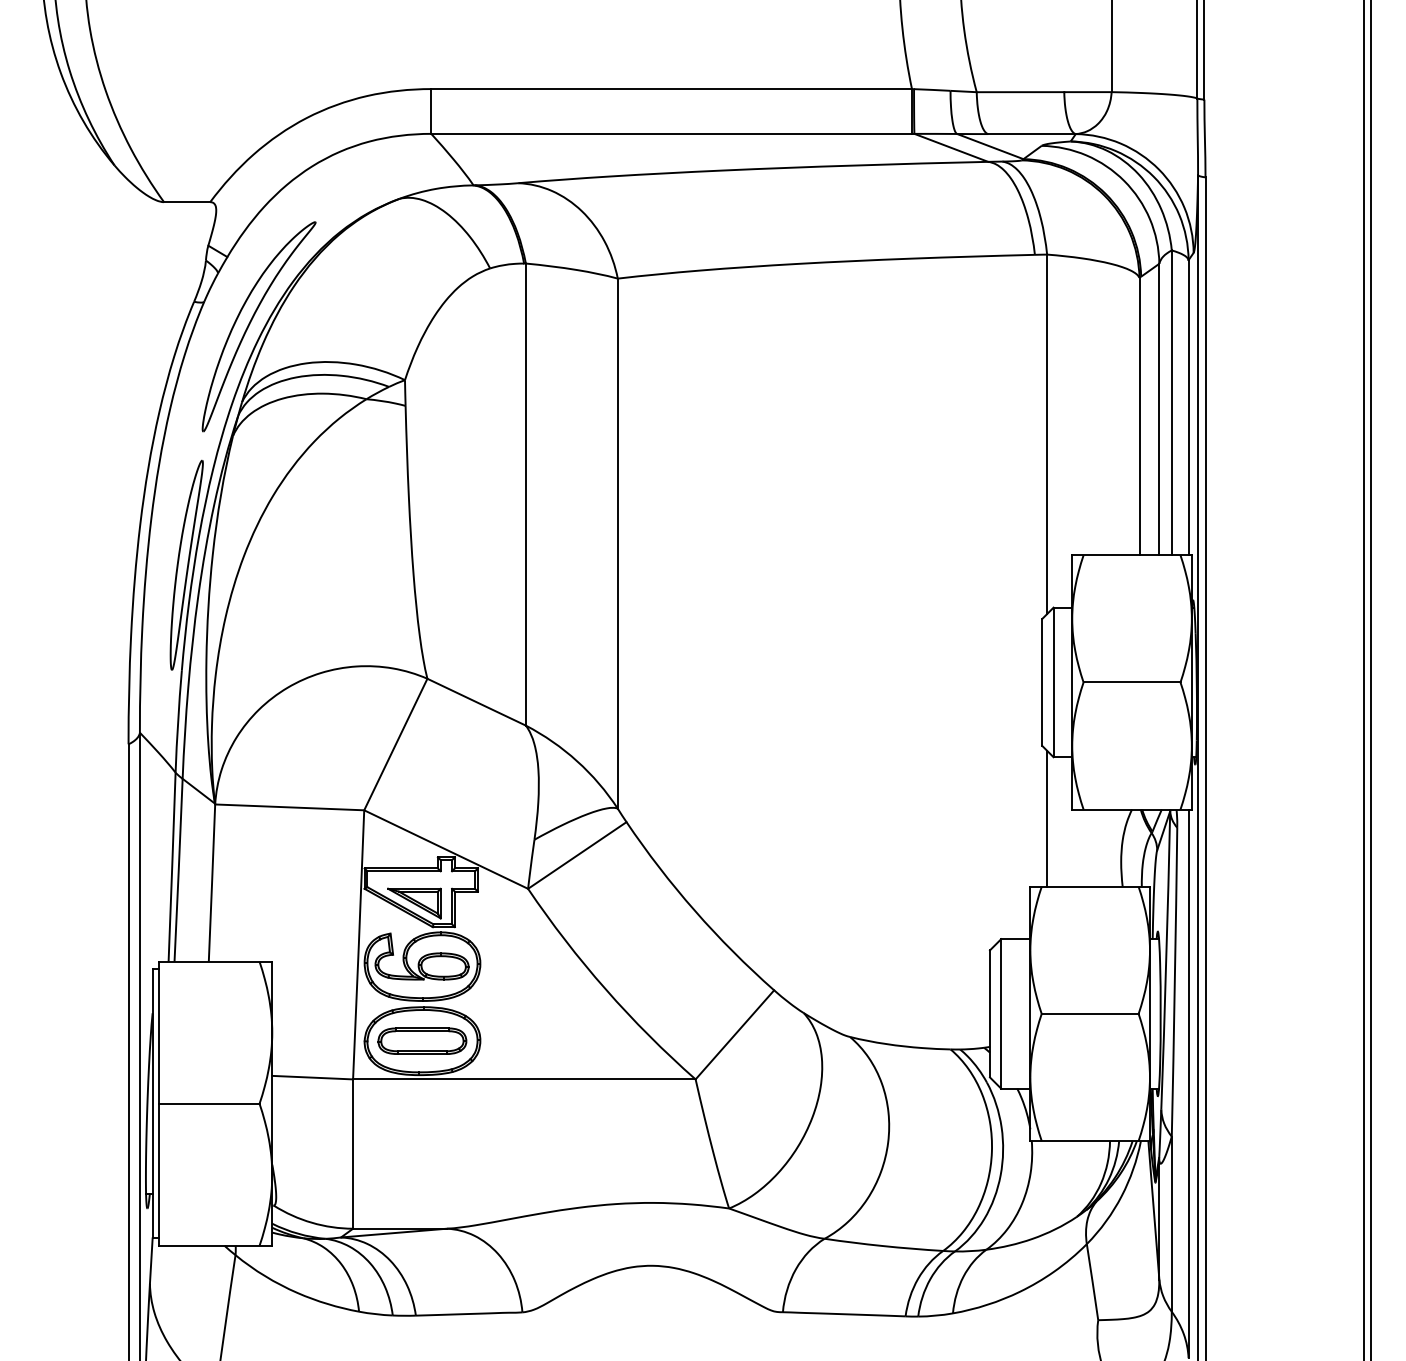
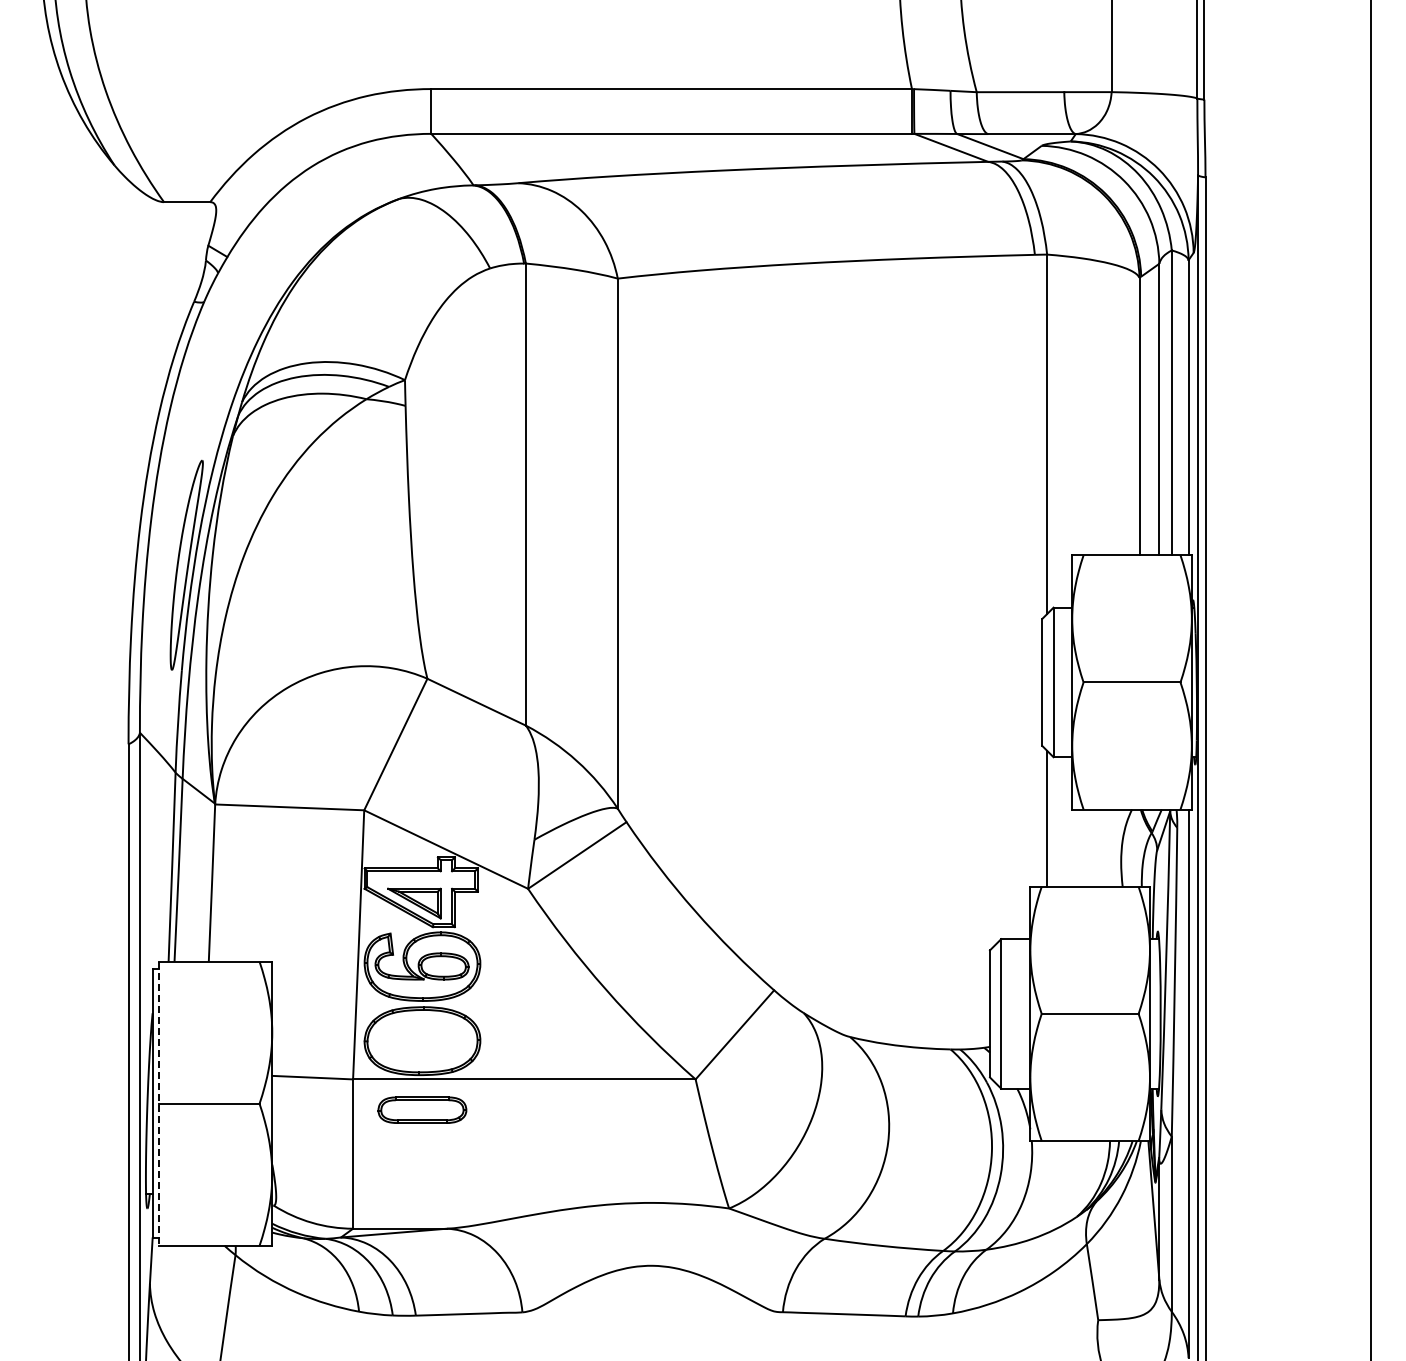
part at (251, 322): present -> none
line at (1363, 679): present -> none
part at (422, 1040) position: (422, 1040) -> (422, 1109)
line at (158, 1104): solid -> dashed
